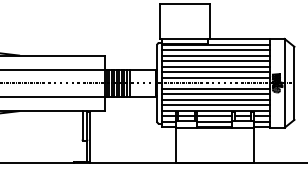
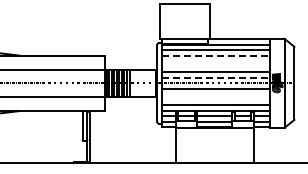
line at (216, 55): solid -> dashed
line at (215, 61): present -> none
line at (215, 66): present -> none
line at (216, 77): solid -> dashed
line at (215, 94): present -> none
line at (215, 99): present -> none
